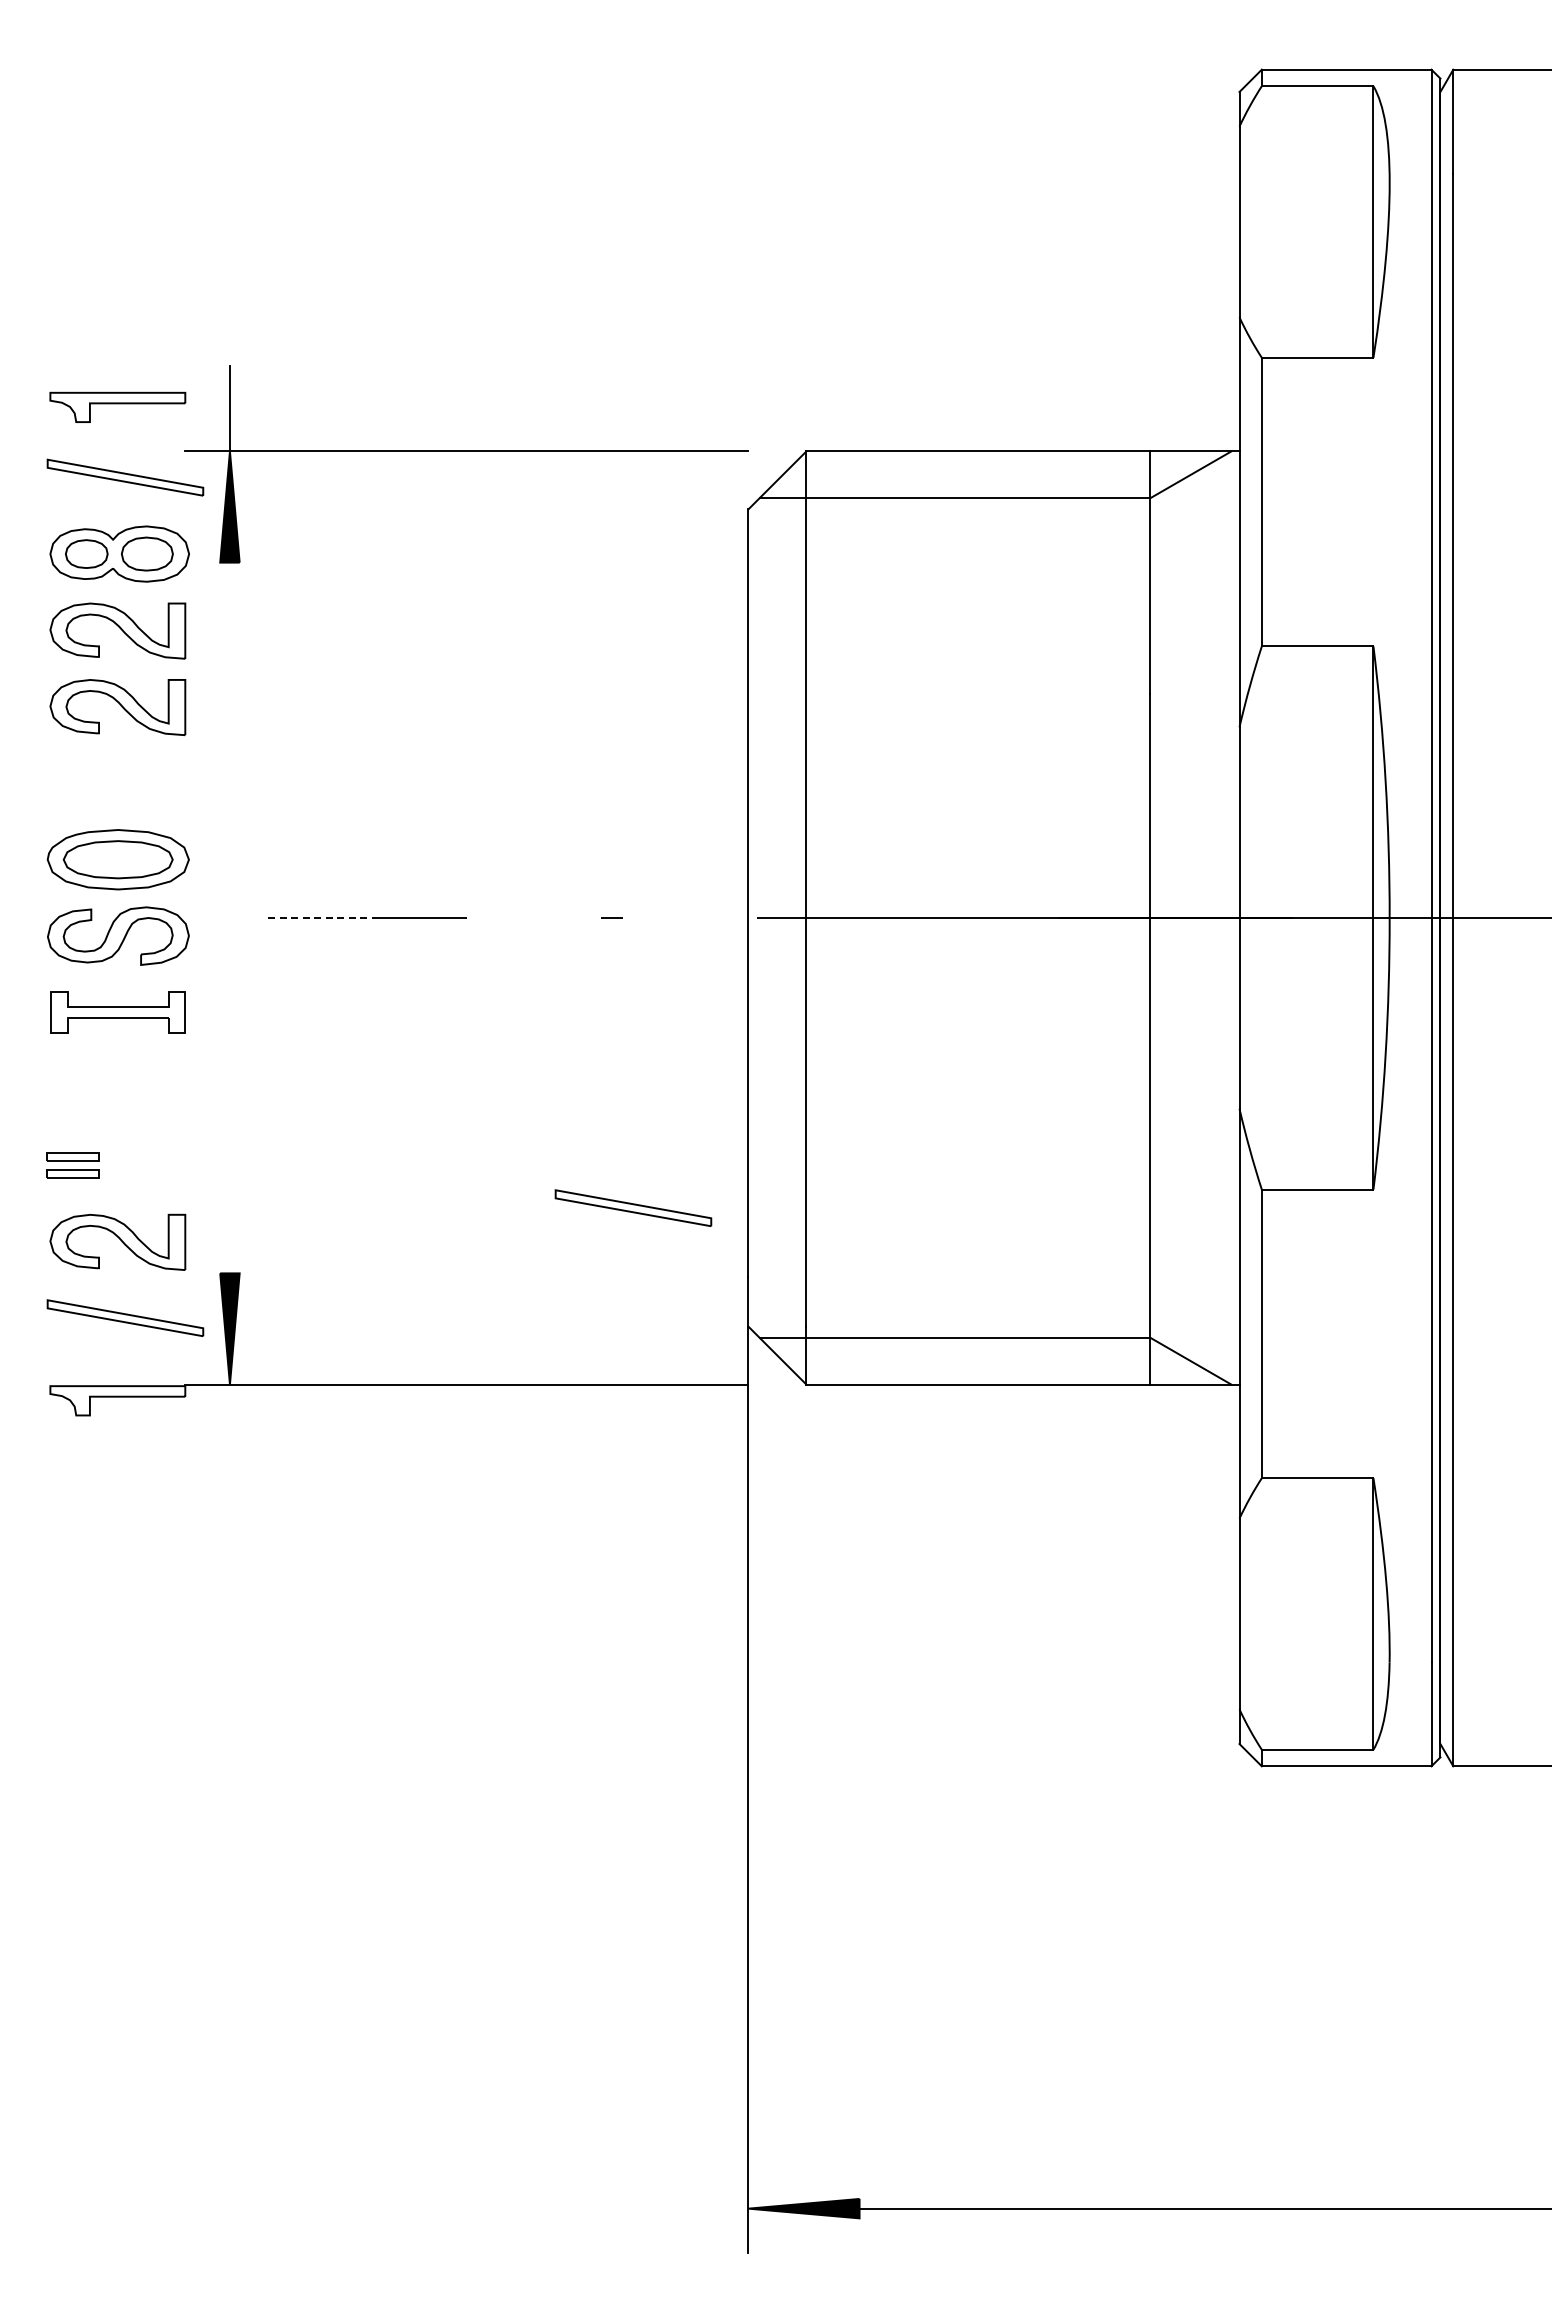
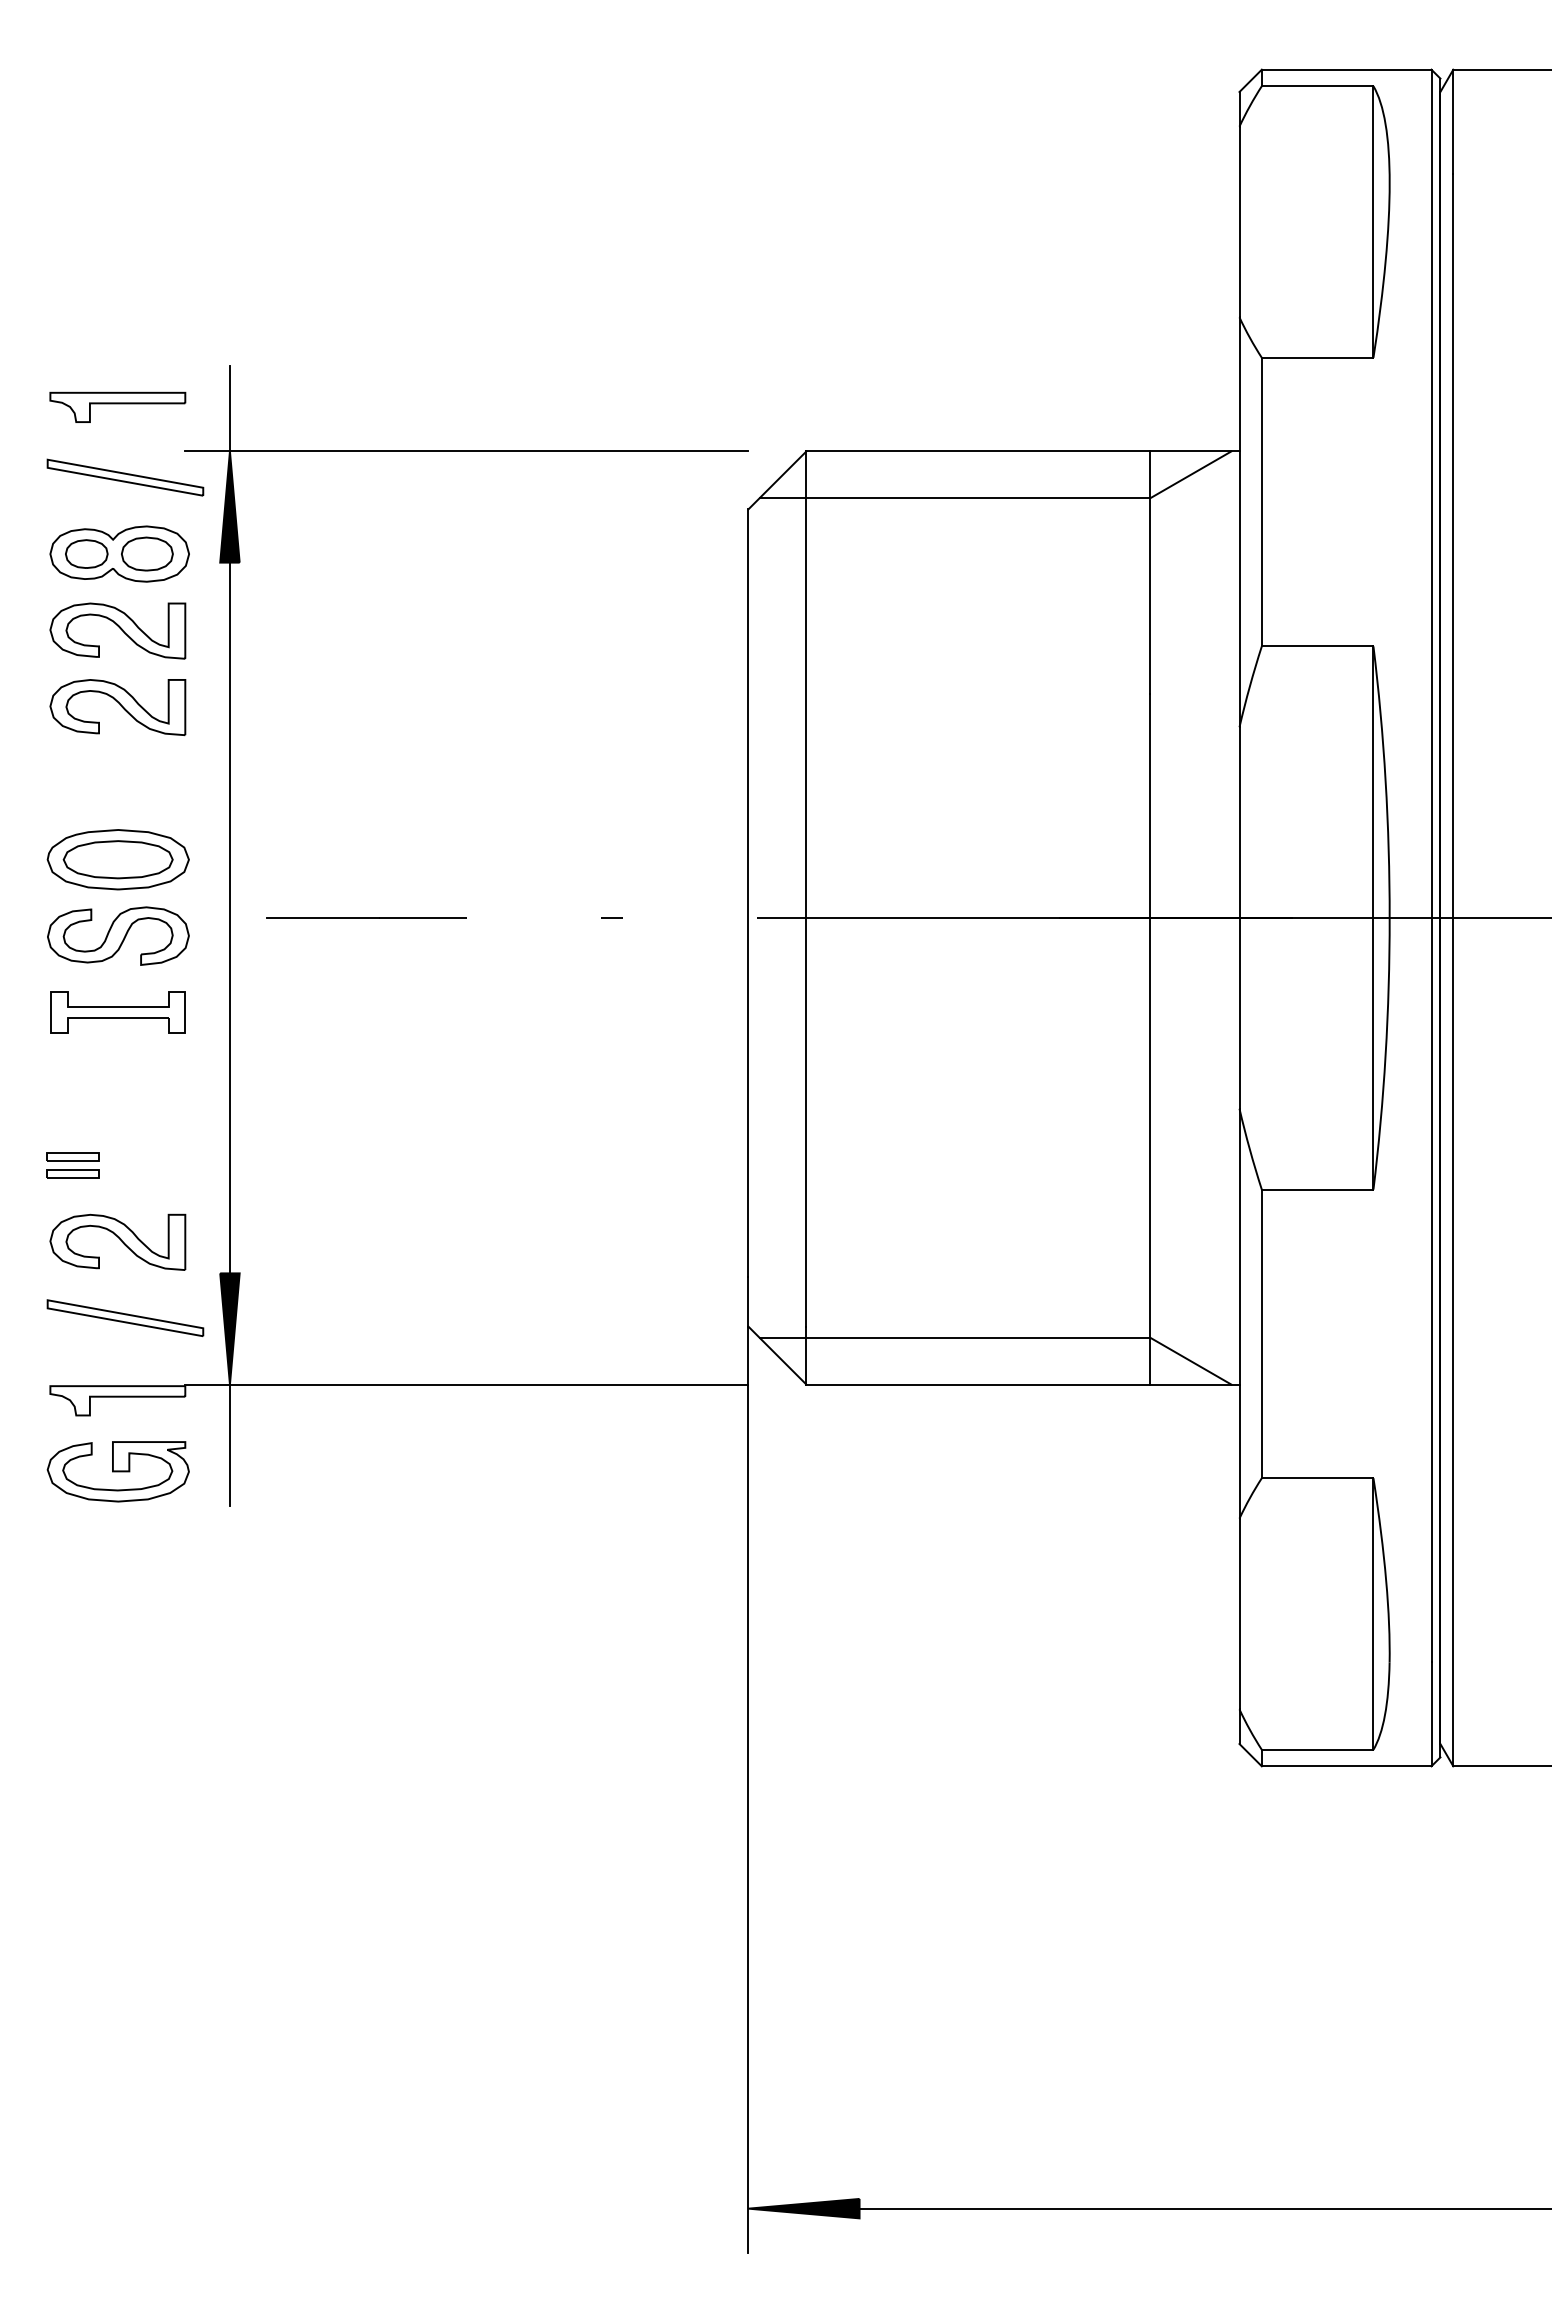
line at (229, 917): none -> present
line at (323, 918): dashed -> solid
part at (633, 1207): present -> none
line at (229, 1444): none -> present
part at (117, 1471): none -> present
